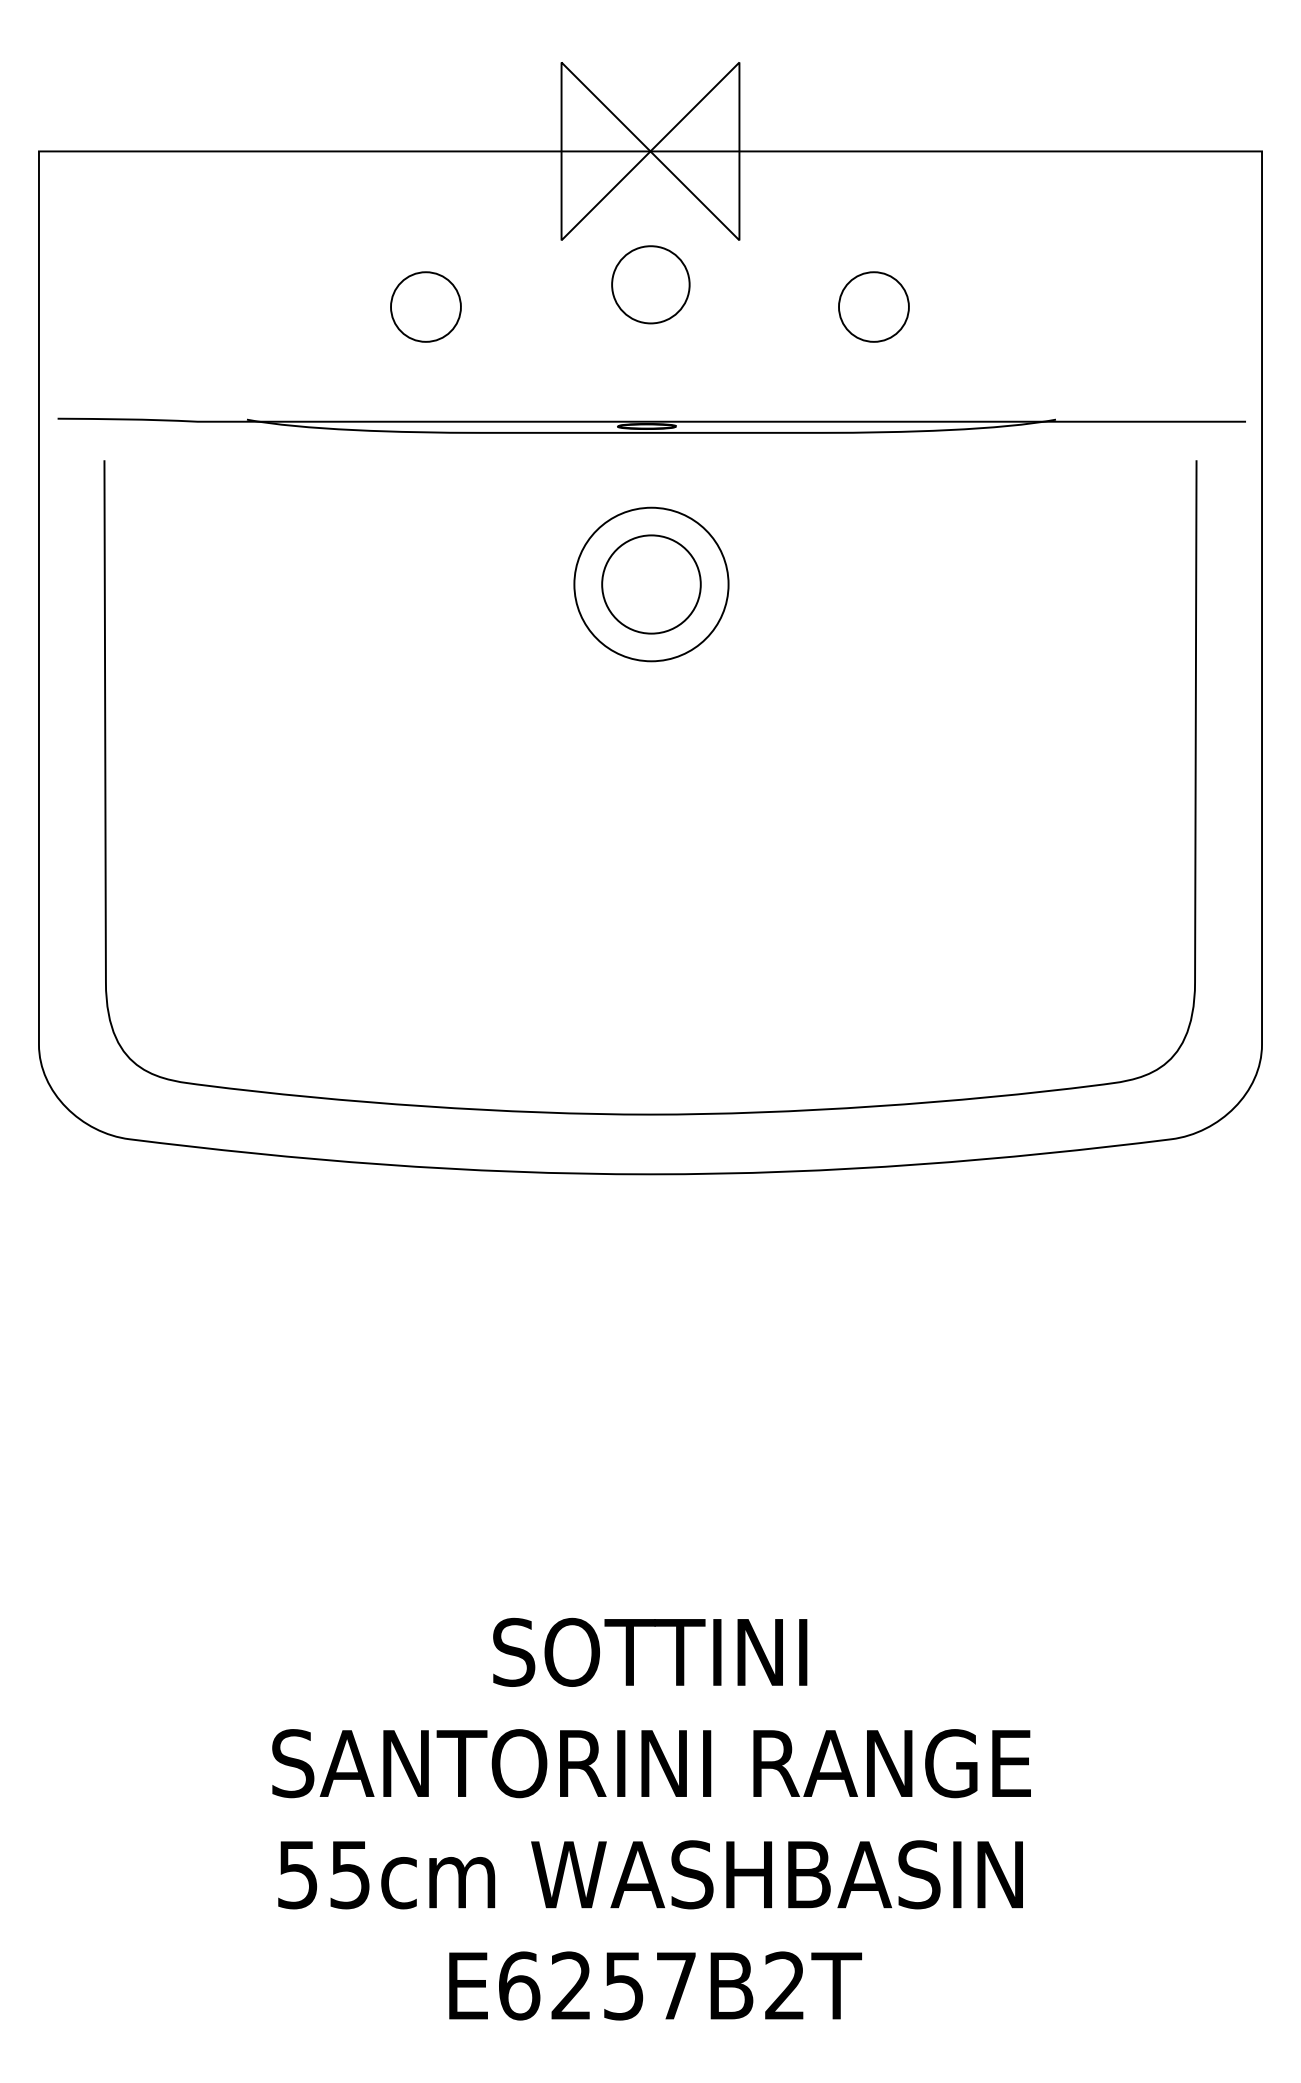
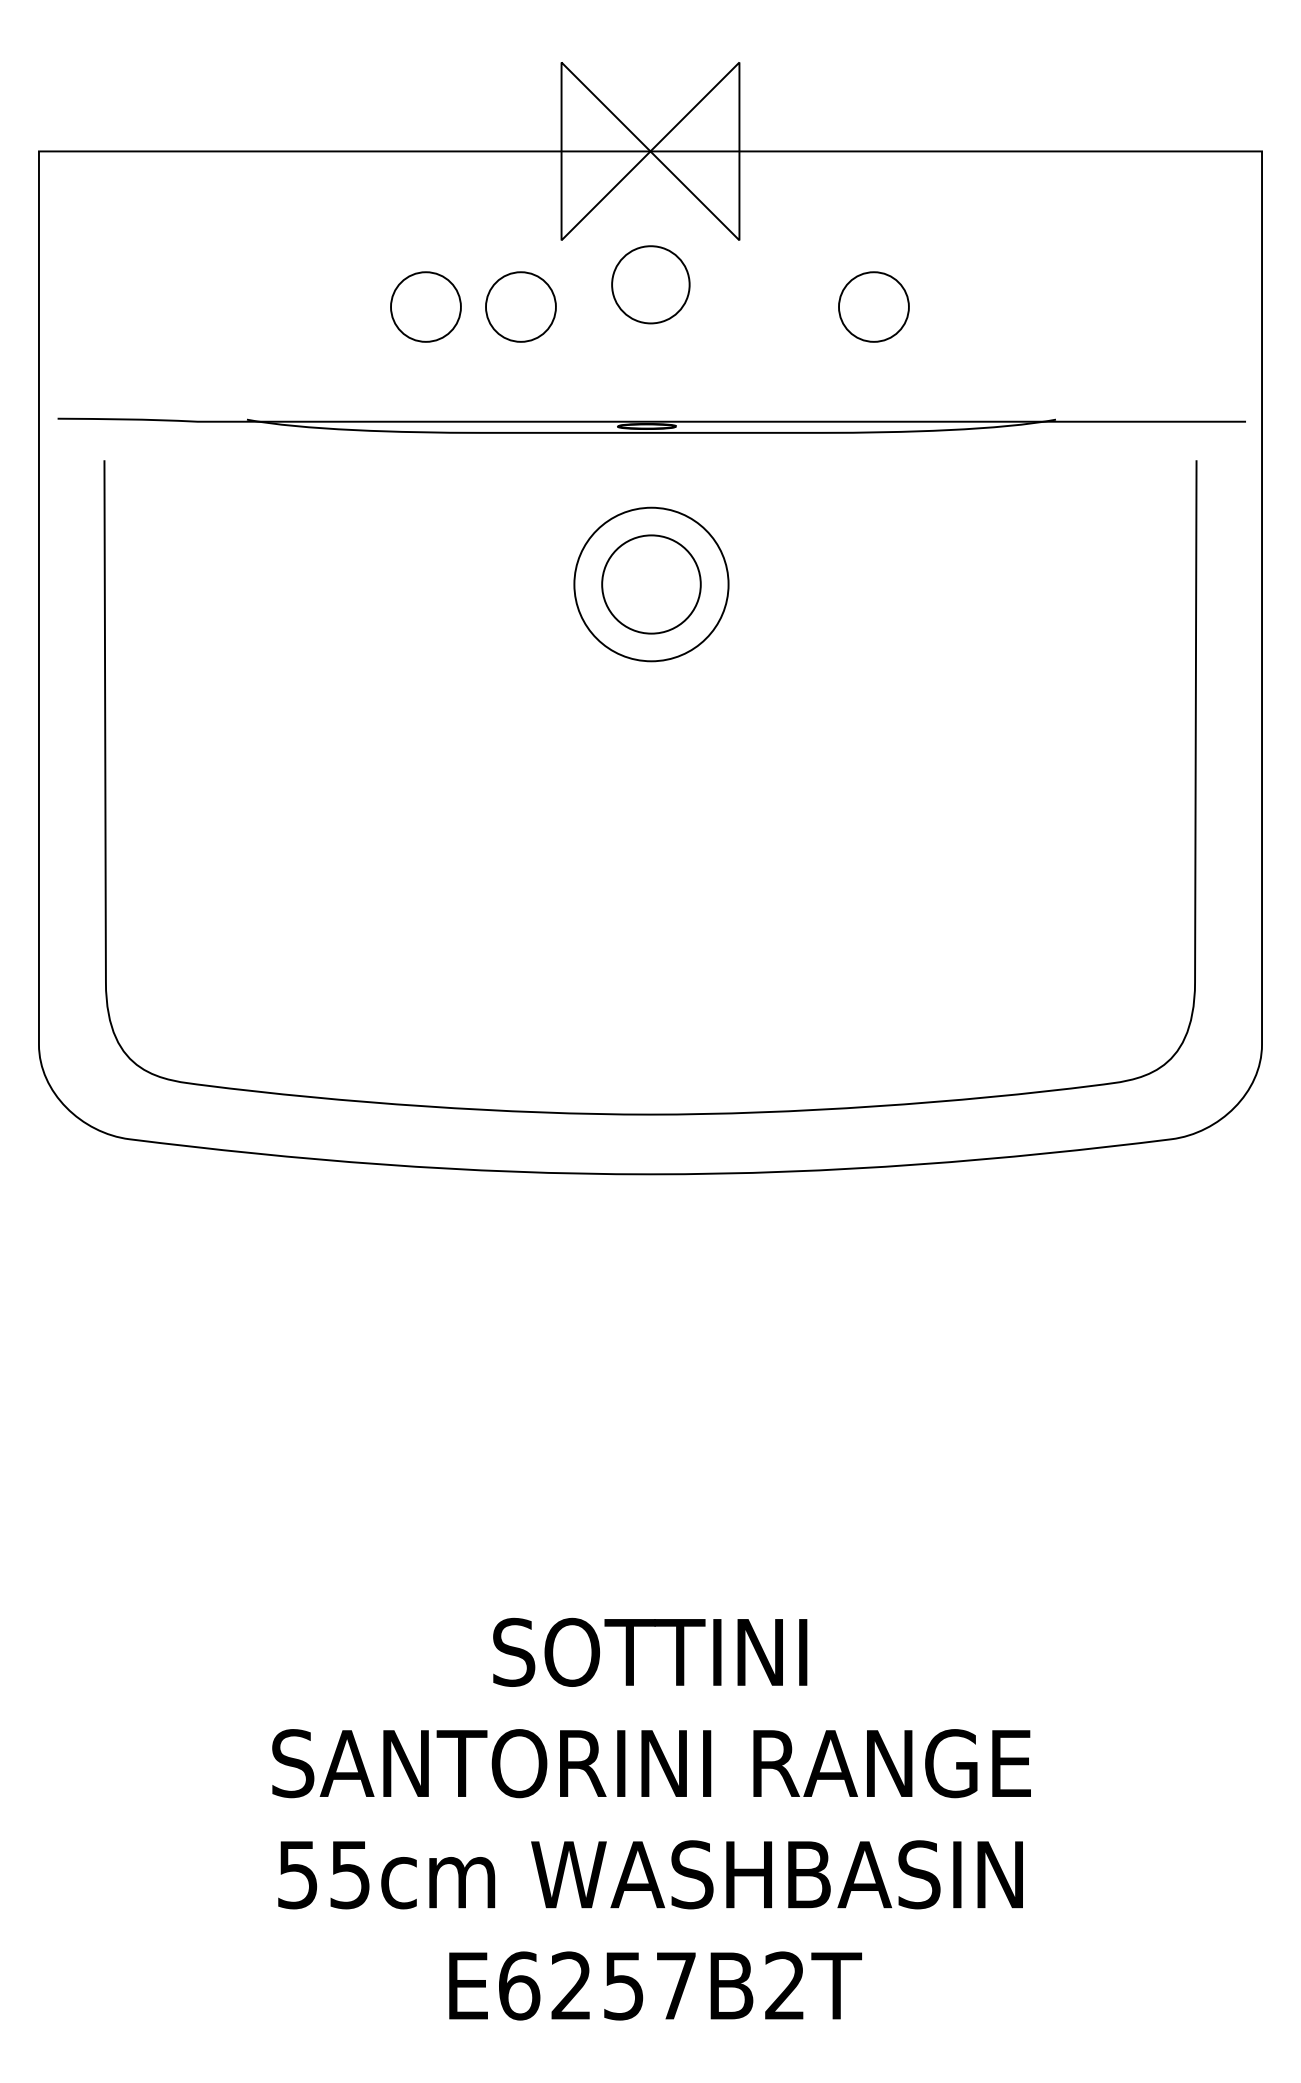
part at (520, 306): none -> present
